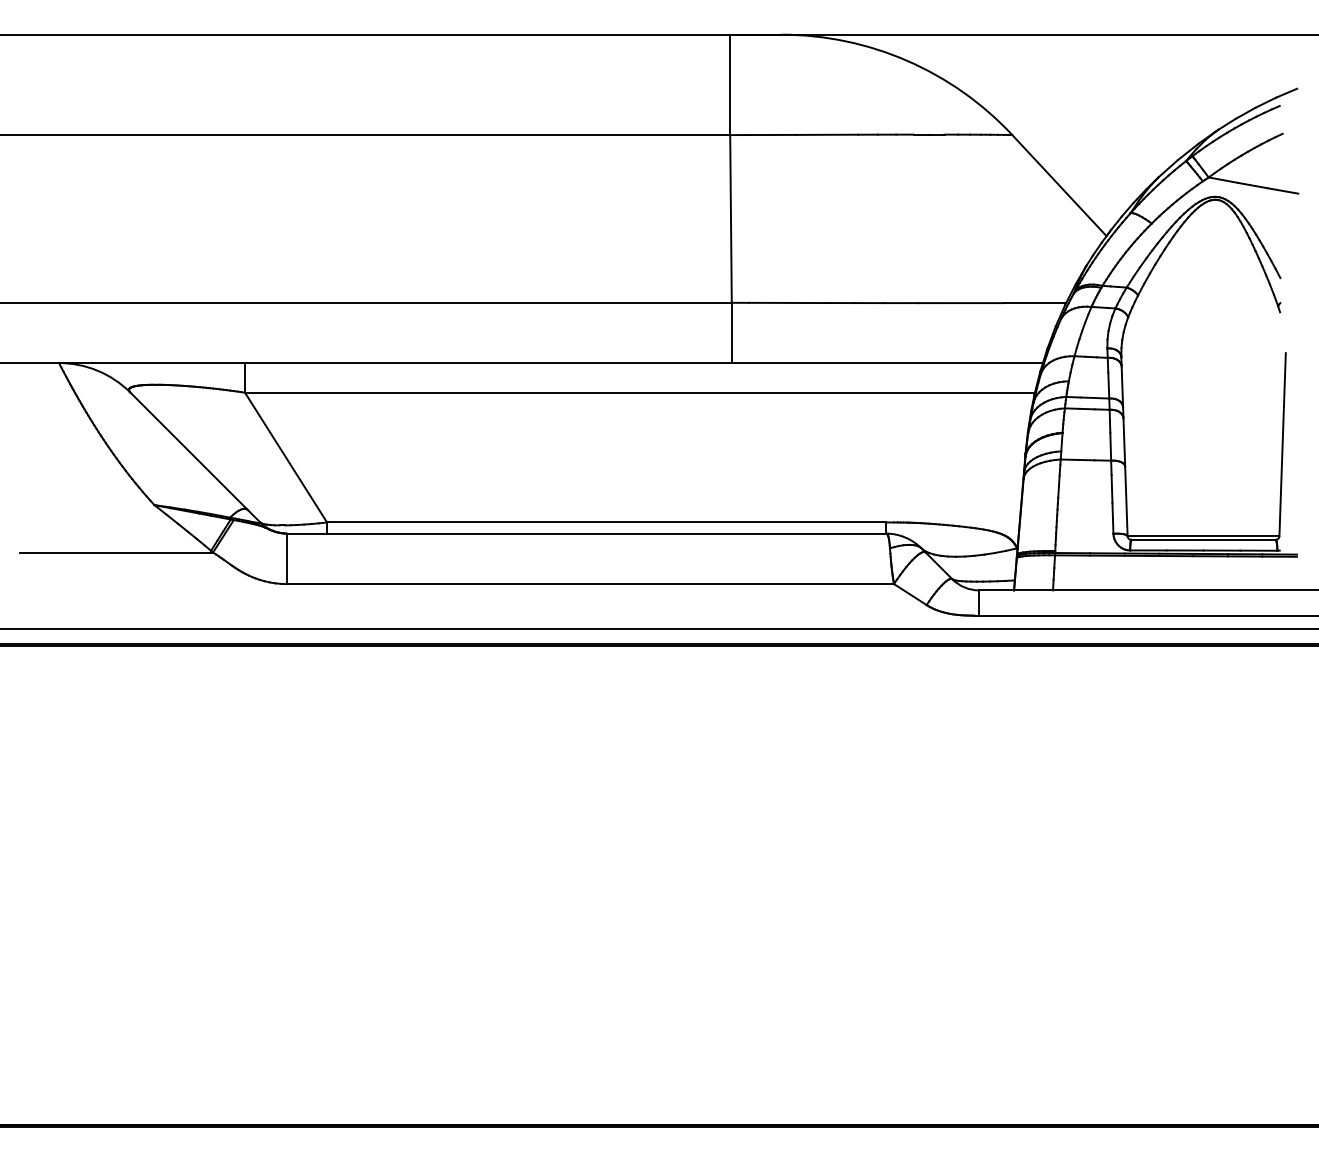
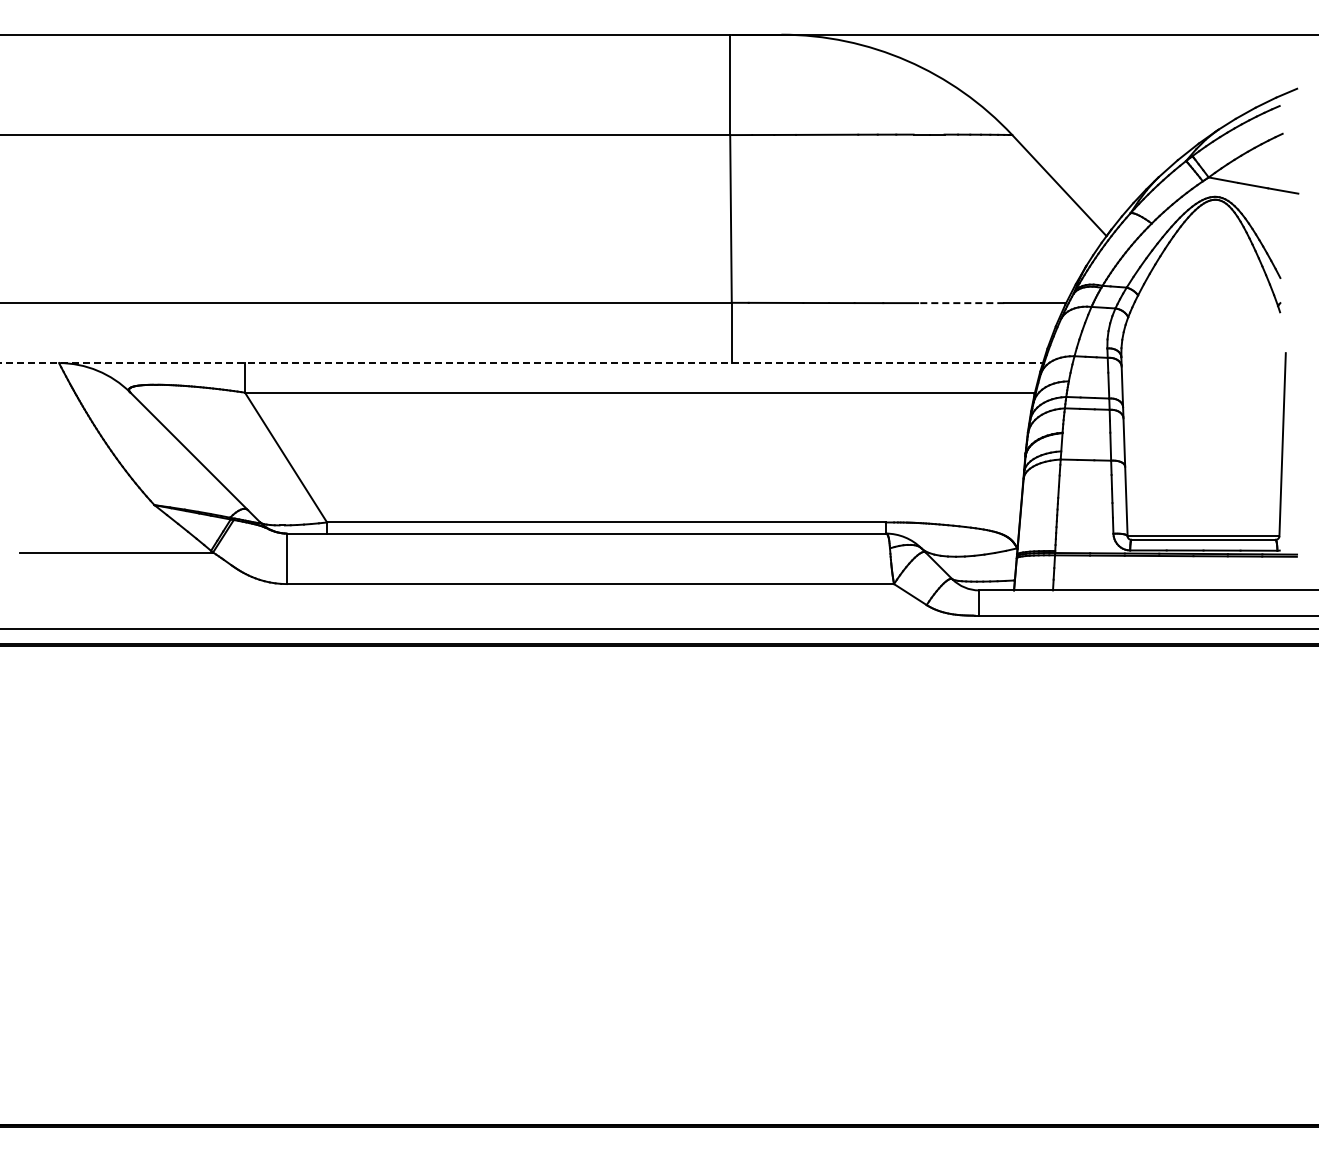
line at (960, 303): solid -> dashed
line at (522, 363): solid -> dashed
